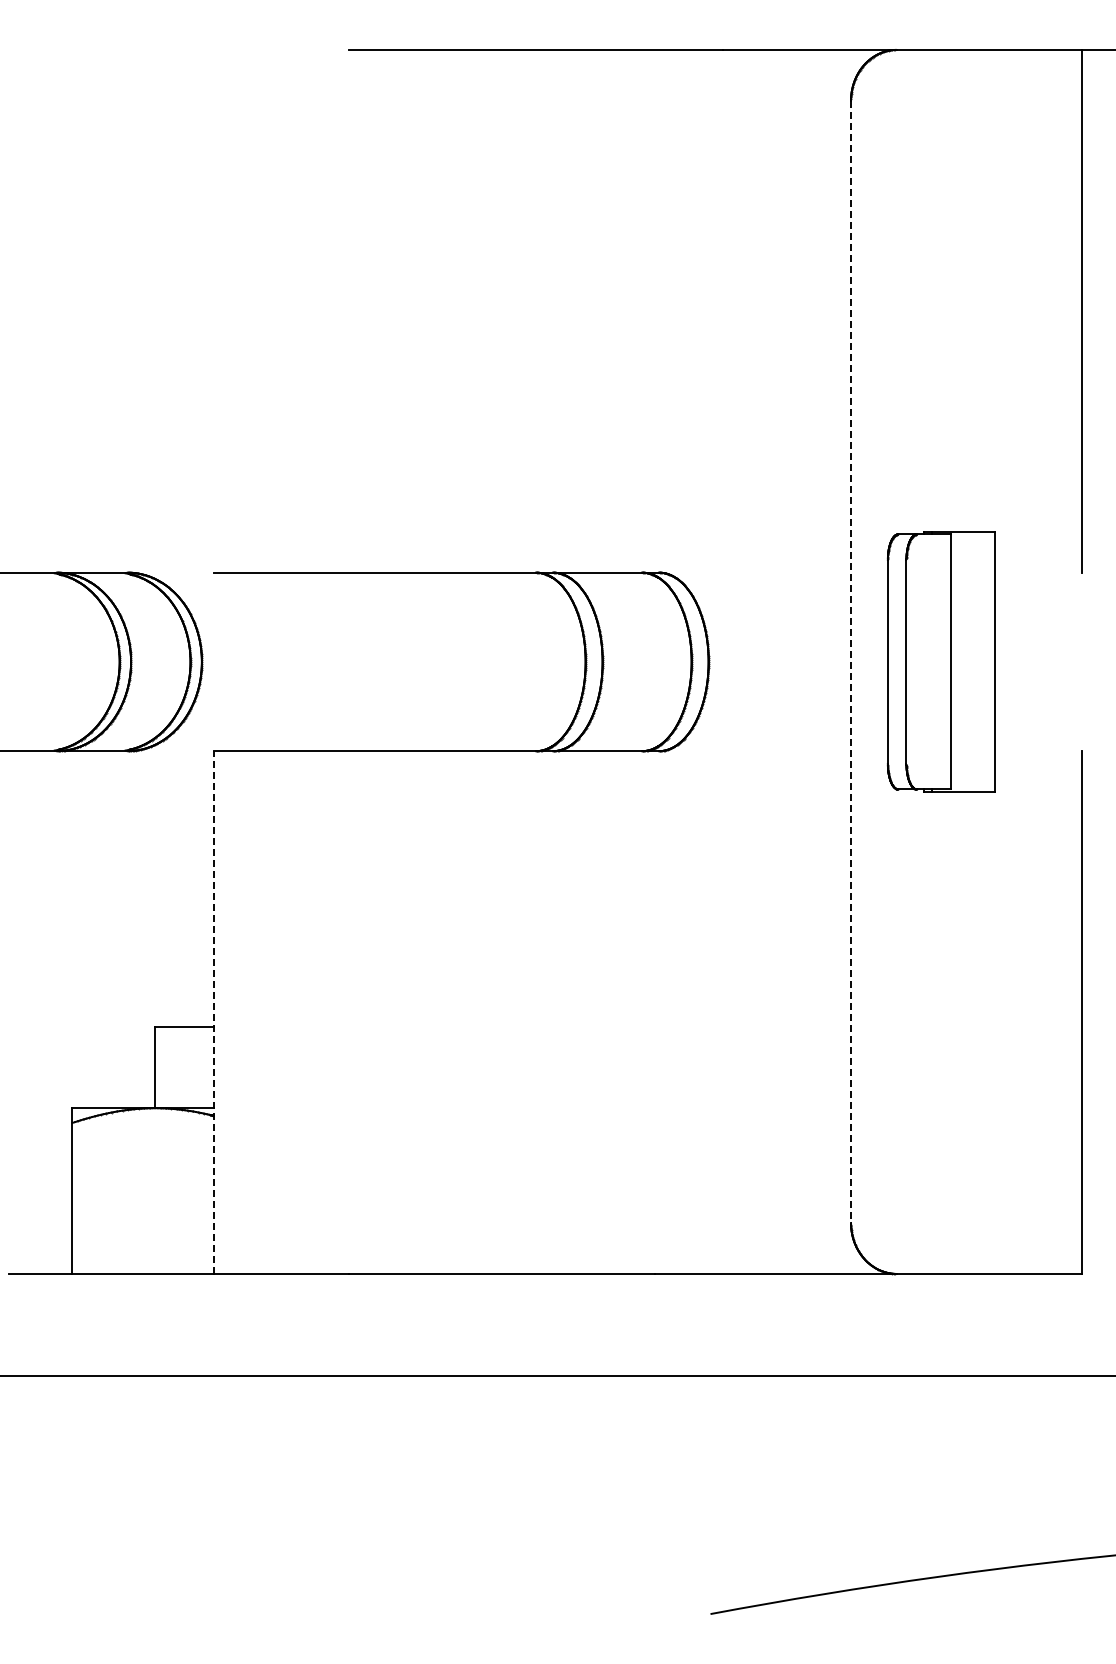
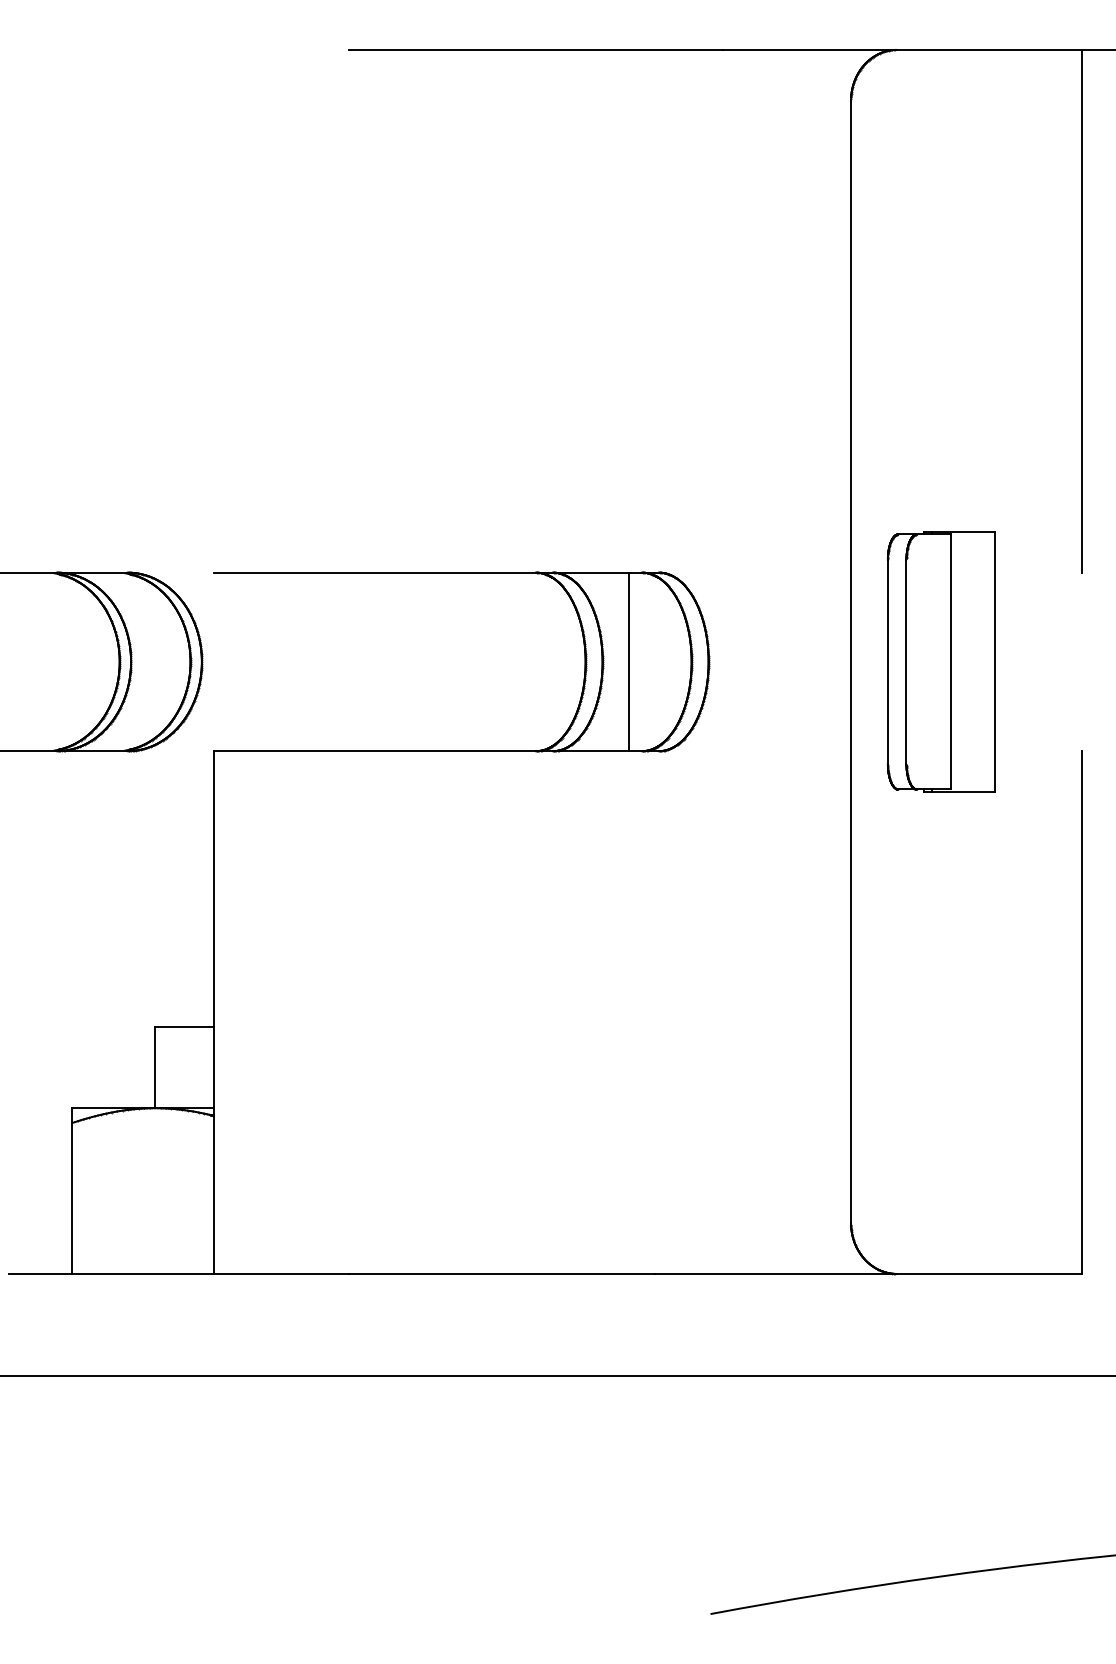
line at (628, 661): none -> present
line at (851, 662): dashed -> solid
line at (213, 1012): dashed -> solid
